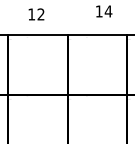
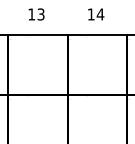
text at (104, 11) position: (104, 11) -> (96, 14)
text at (40, 14): 12 -> 13
